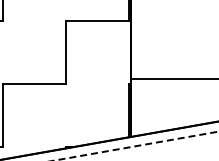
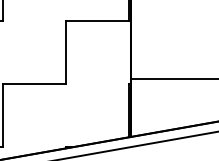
line at (134, 146): dashed -> solid
